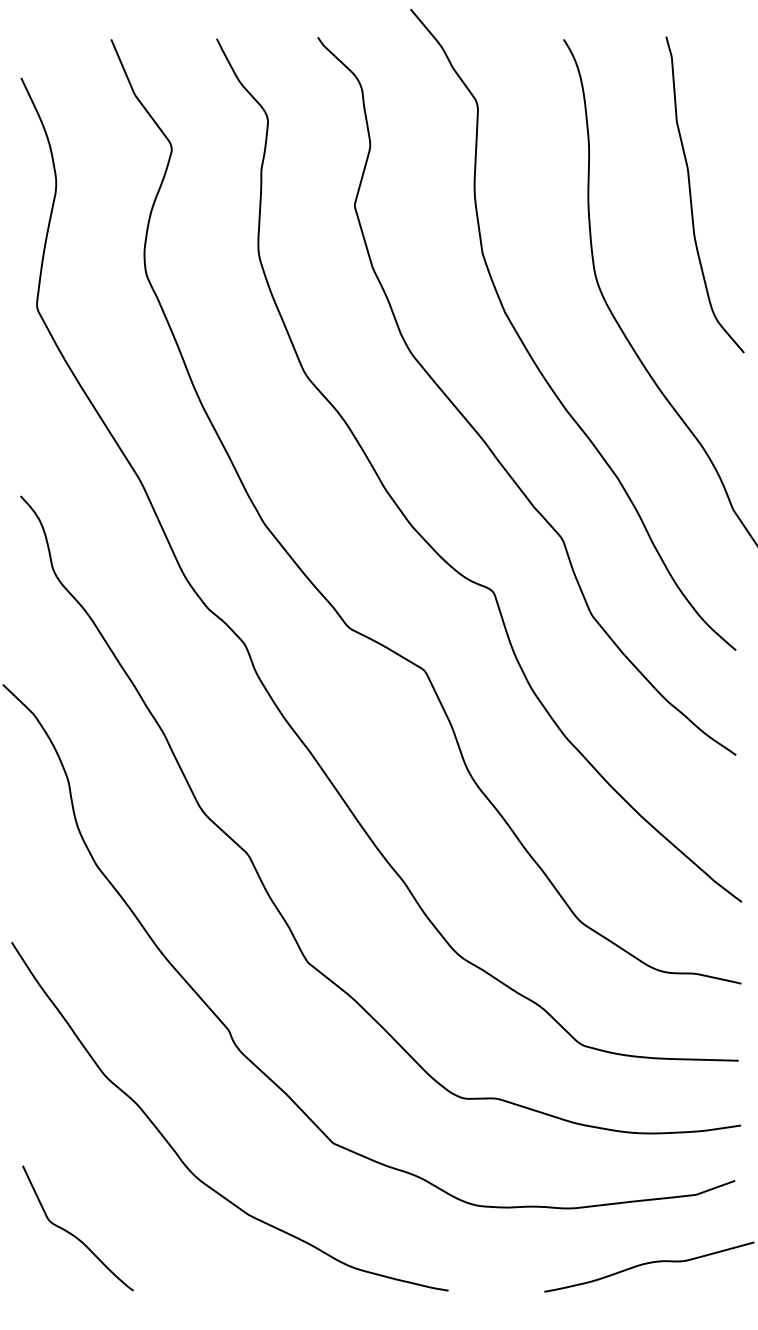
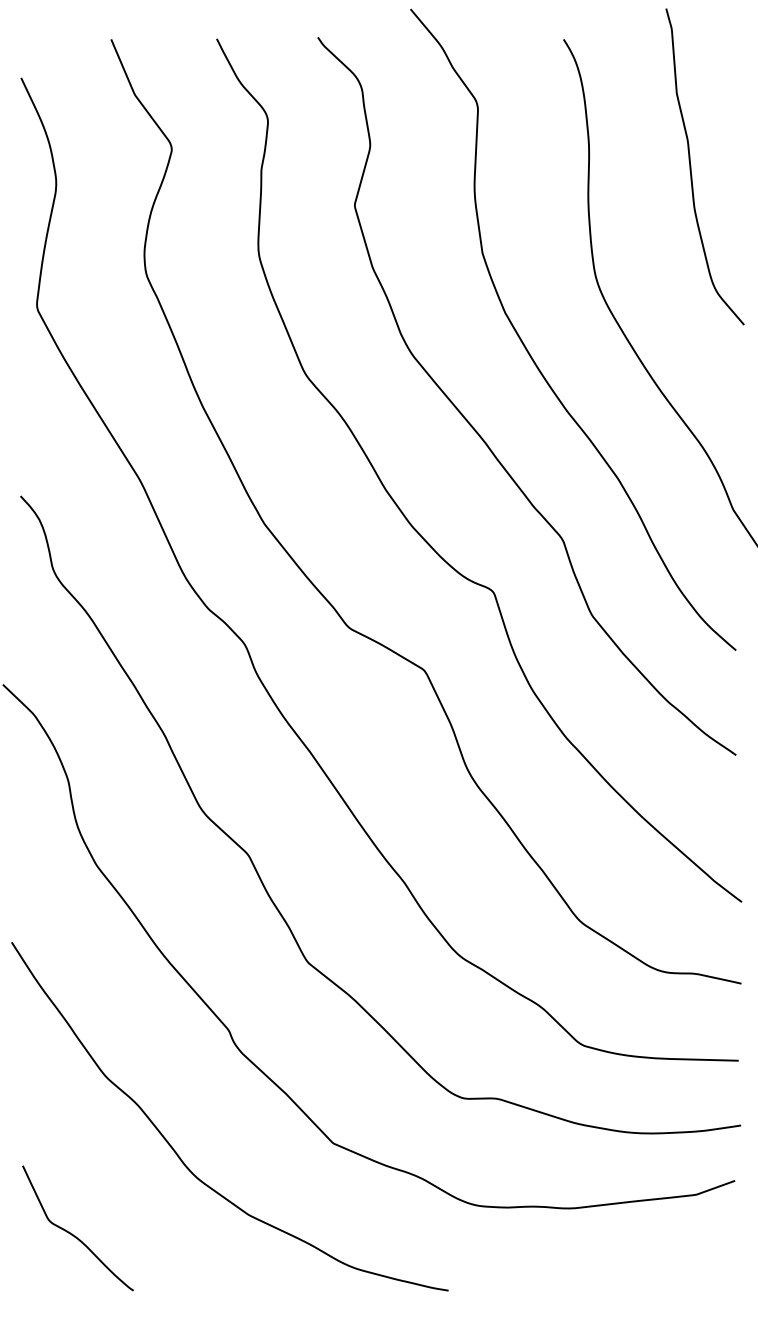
curve at (691, 194) position: (691, 194) -> (691, 166)
curve at (647, 1264): present -> none
